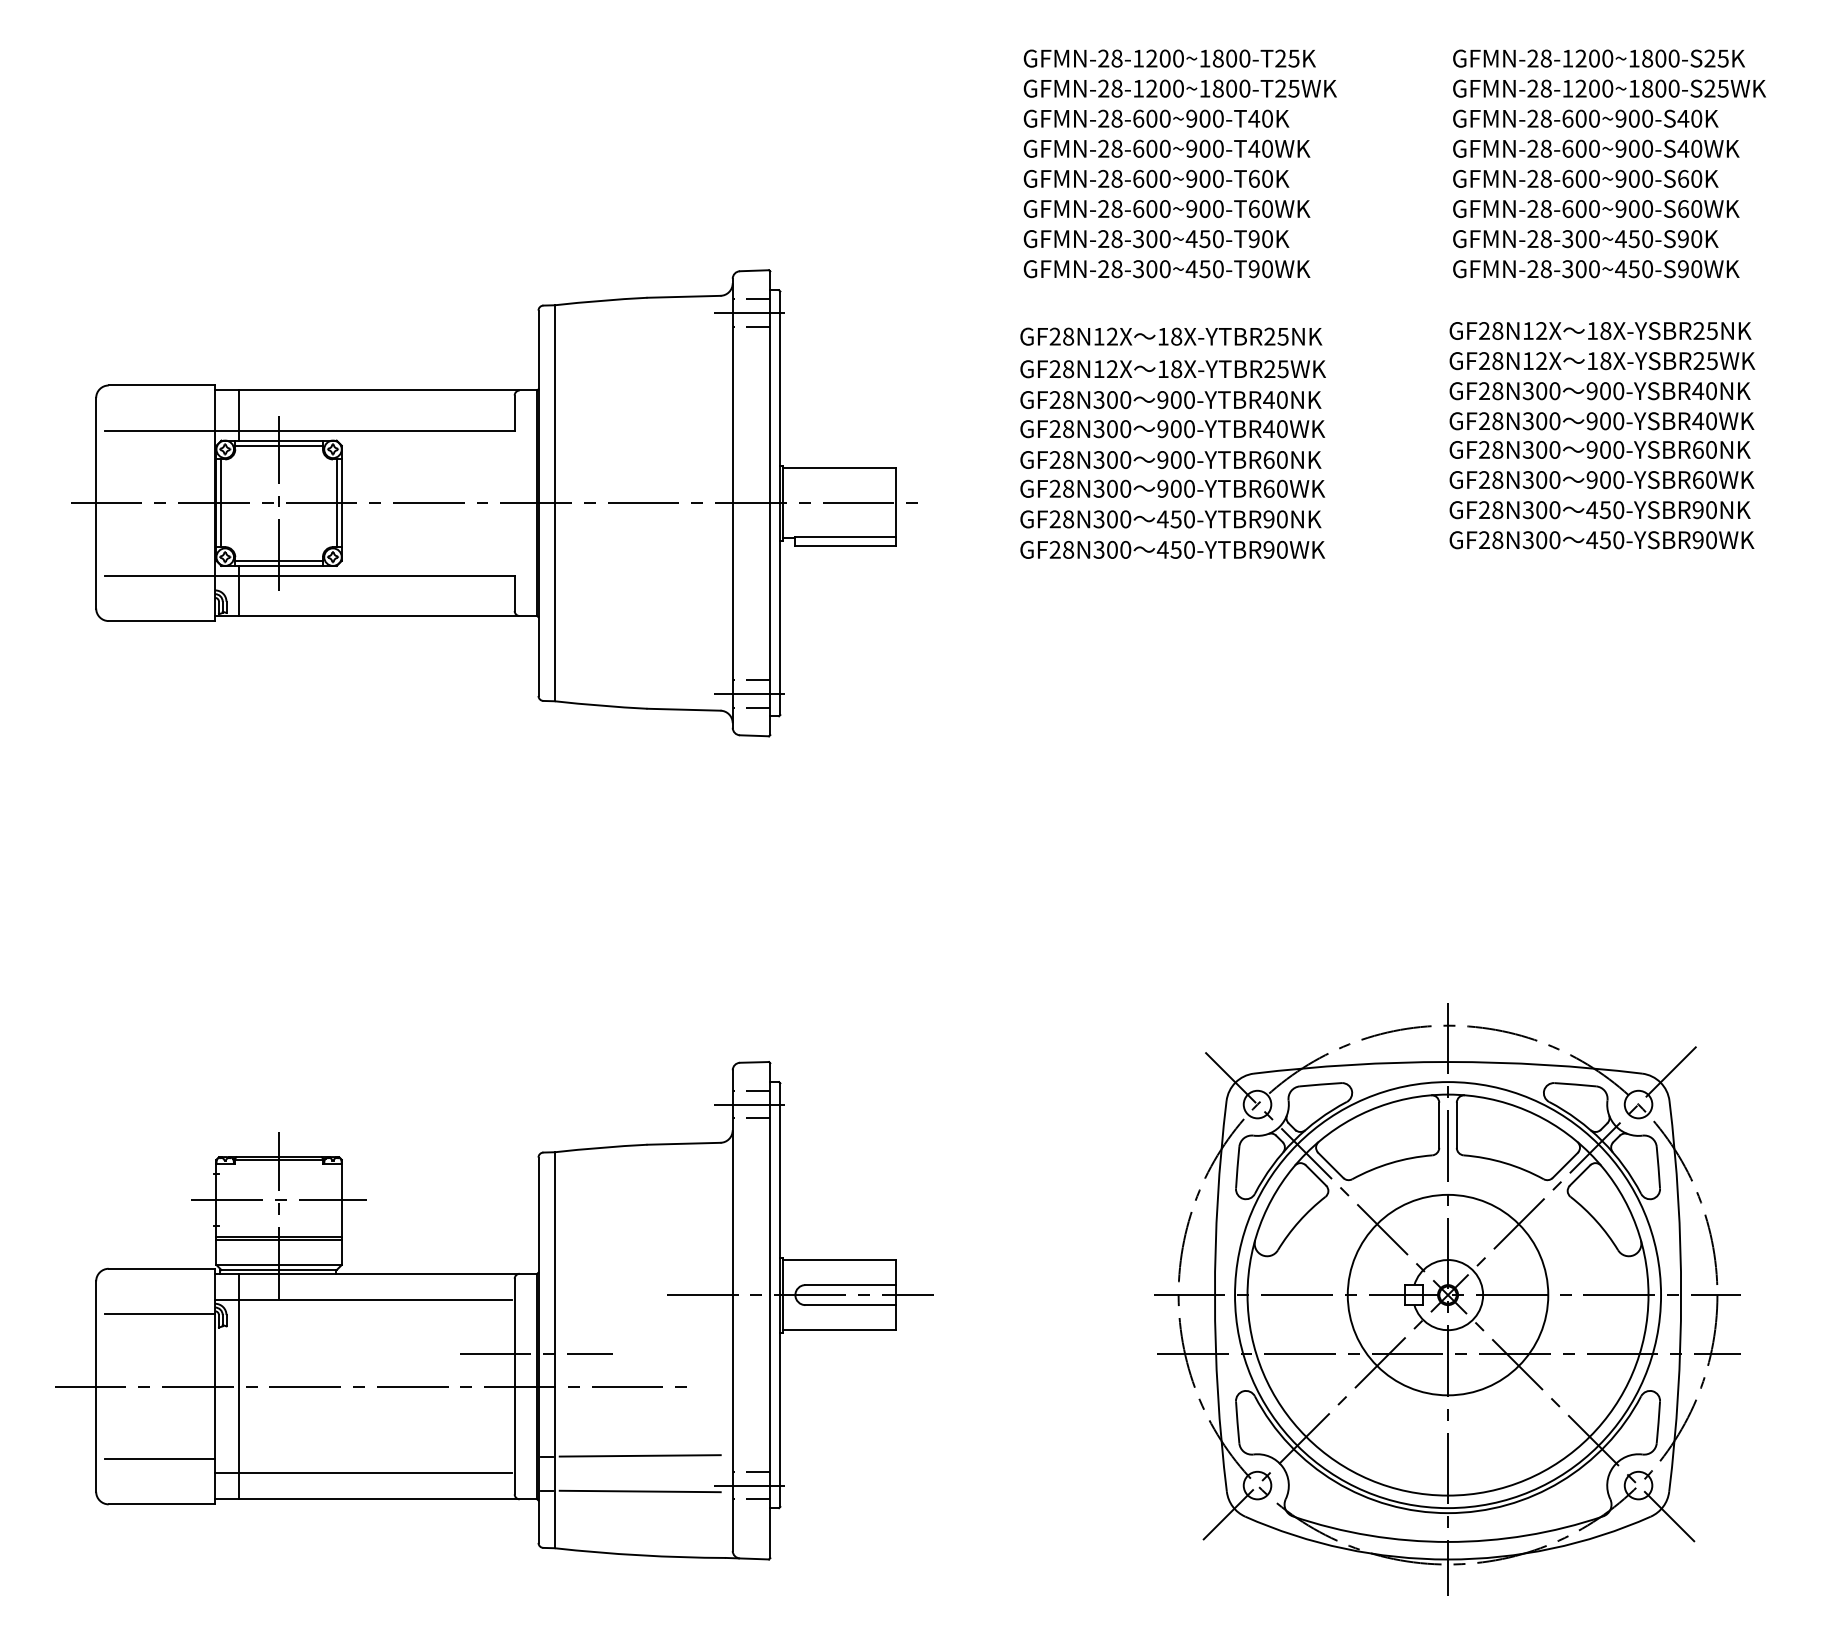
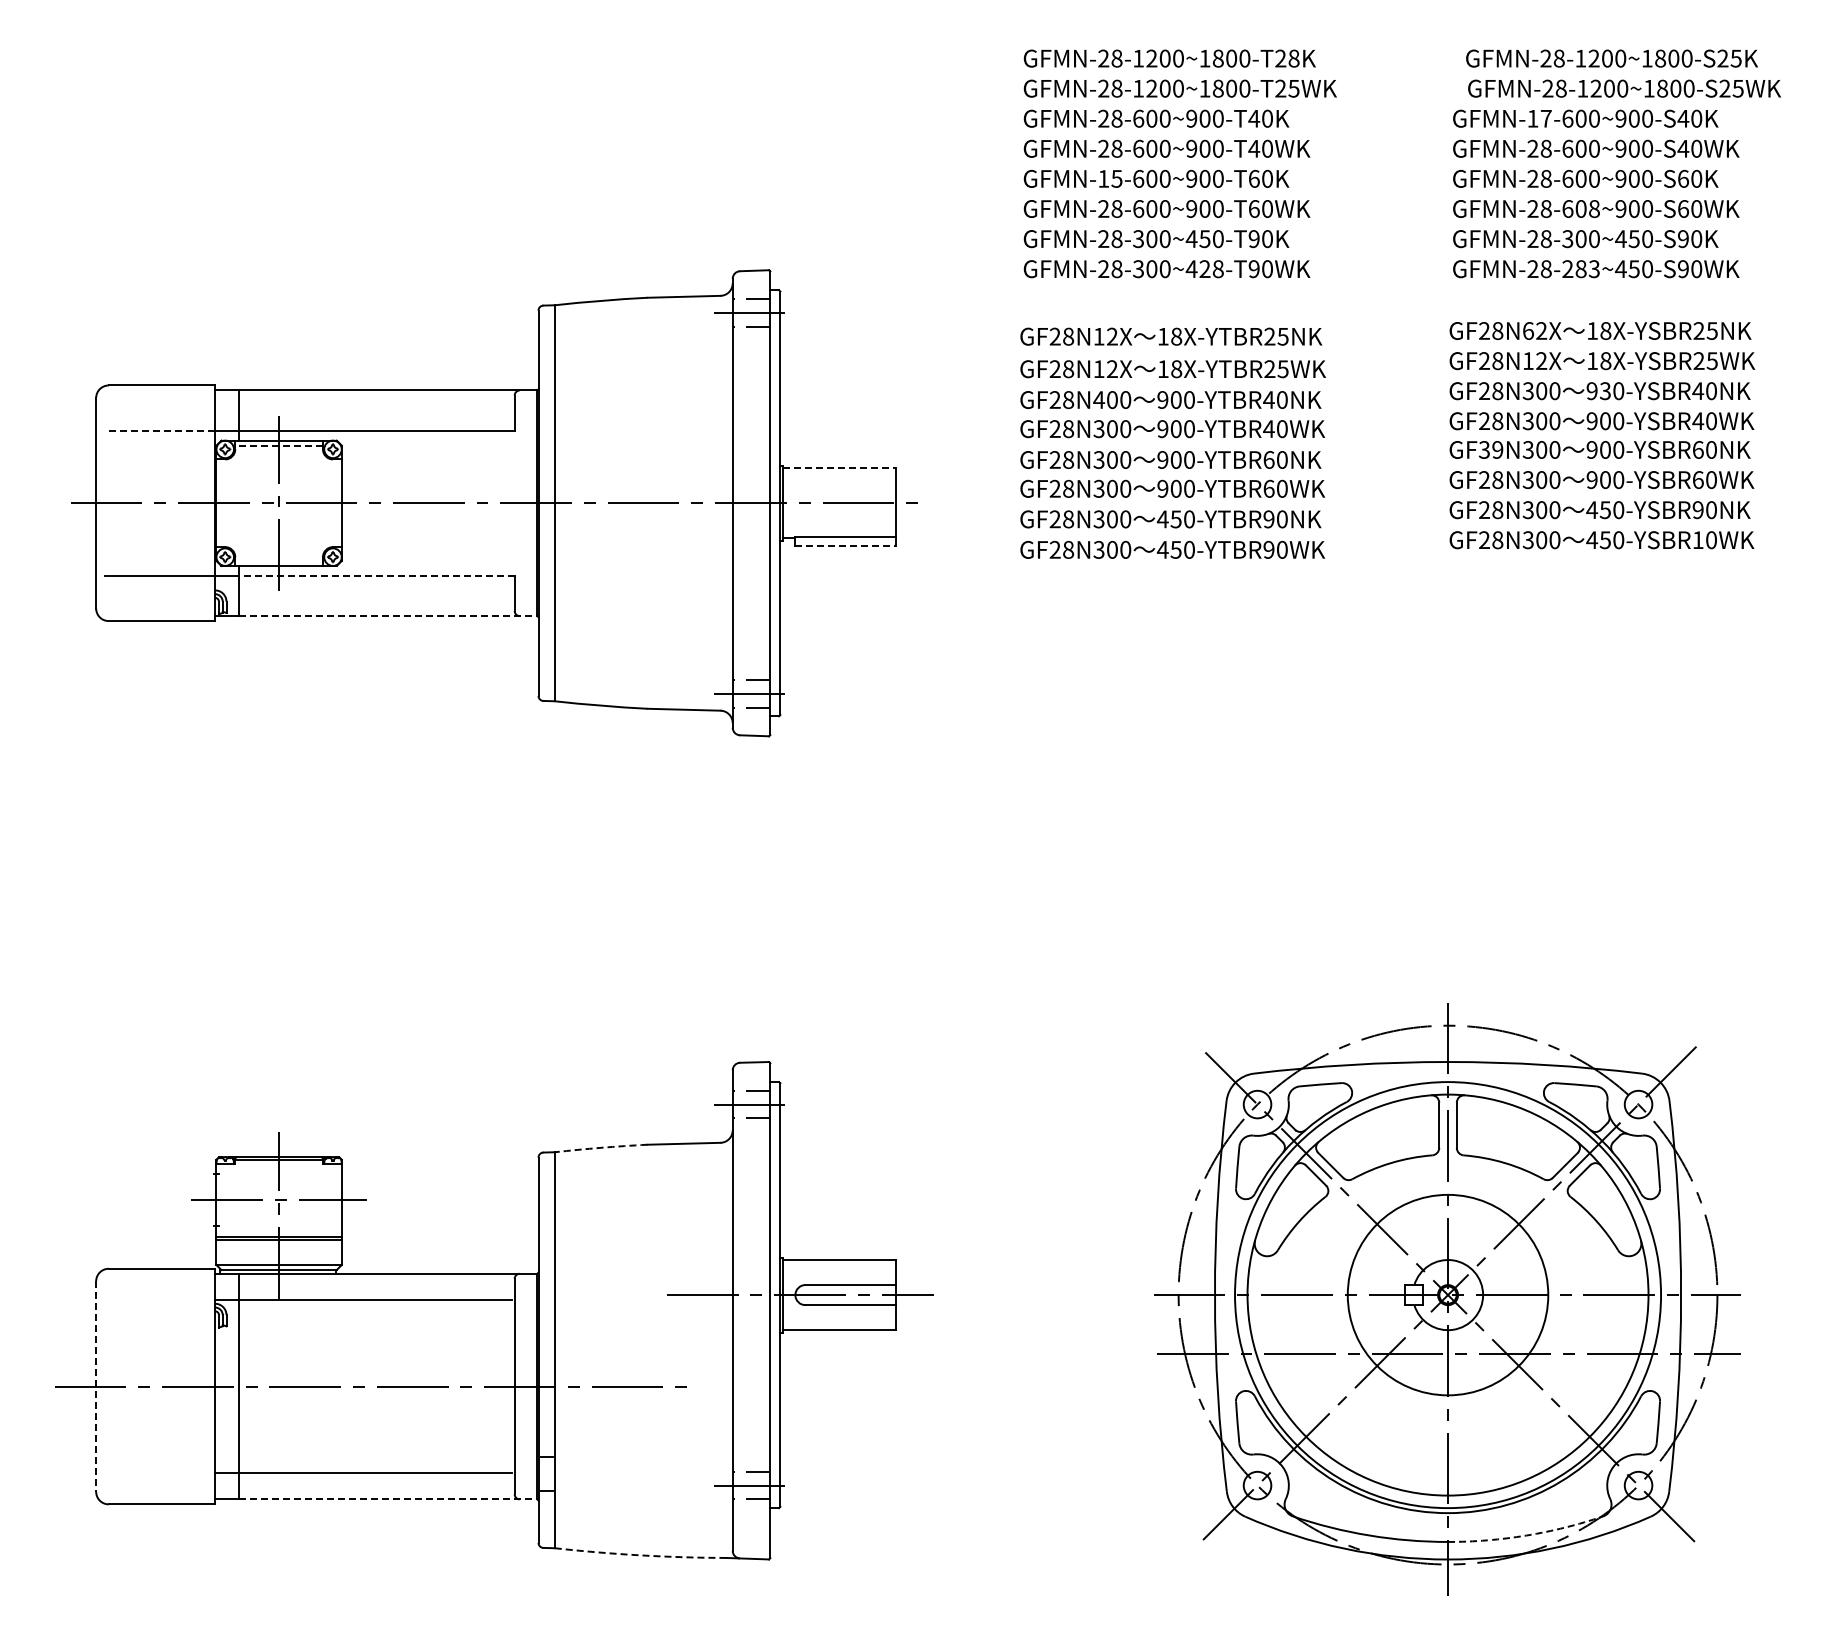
text at (1293, 58): GFMN-28-1200~1800-T25K -> GFMN-28-1200~1800-T28K
text at (1598, 58) position: (1598, 58) -> (1611, 58)
text at (1609, 88) position: (1609, 88) -> (1624, 88)
text at (1539, 118): GFMN-28-600~900-S40K -> GFMN-17-600~900-S40K
text at (1110, 178): GFMN-28-600~900-T60K -> GFMN-15-600~900-T60K
text at (1594, 208): GFMN-28-600~900-S60WK -> GFMN-28-608~900-S60WK
text at (1211, 269): GFMN-28-300~450-T90WK -> GFMN-28-300~428-T90WK
text at (1580, 269): GFMN-28-300~450-S90WK -> GFMN-28-283~450-S90WK
text at (1528, 330): GF28N12X -> GF28N62X
text at (1604, 390): 900-YSBR40NK -> 930-YSBR40NK
text at (1099, 400): GF28N300 -> GF28N400
line at (159, 430): solid -> dashed
line at (279, 445): solid -> dashed
text at (1490, 449): GF28N300 -> GF39N300
line at (839, 468): solid -> dashed
line at (221, 503): present -> none
line at (336, 503): present -> none
text at (1697, 540): 450-YSBR90WK -> 450-YSBR10WK
line at (846, 545): solid -> dashed
line at (278, 560): present -> none
line at (376, 575): solid -> dashed
line at (388, 616): solid -> dashed
arc at (601, 1147): solid -> dashed
line at (160, 1313): present -> none
line at (536, 1354): present -> none
line at (96, 1387): solid -> dashed
line at (639, 1455): present -> none
line at (160, 1459): present -> none
line at (639, 1491): present -> none
line at (388, 1499): solid -> dashed
arc at (1526, 1535): solid -> dashed
arc at (640, 1555): solid -> dashed
